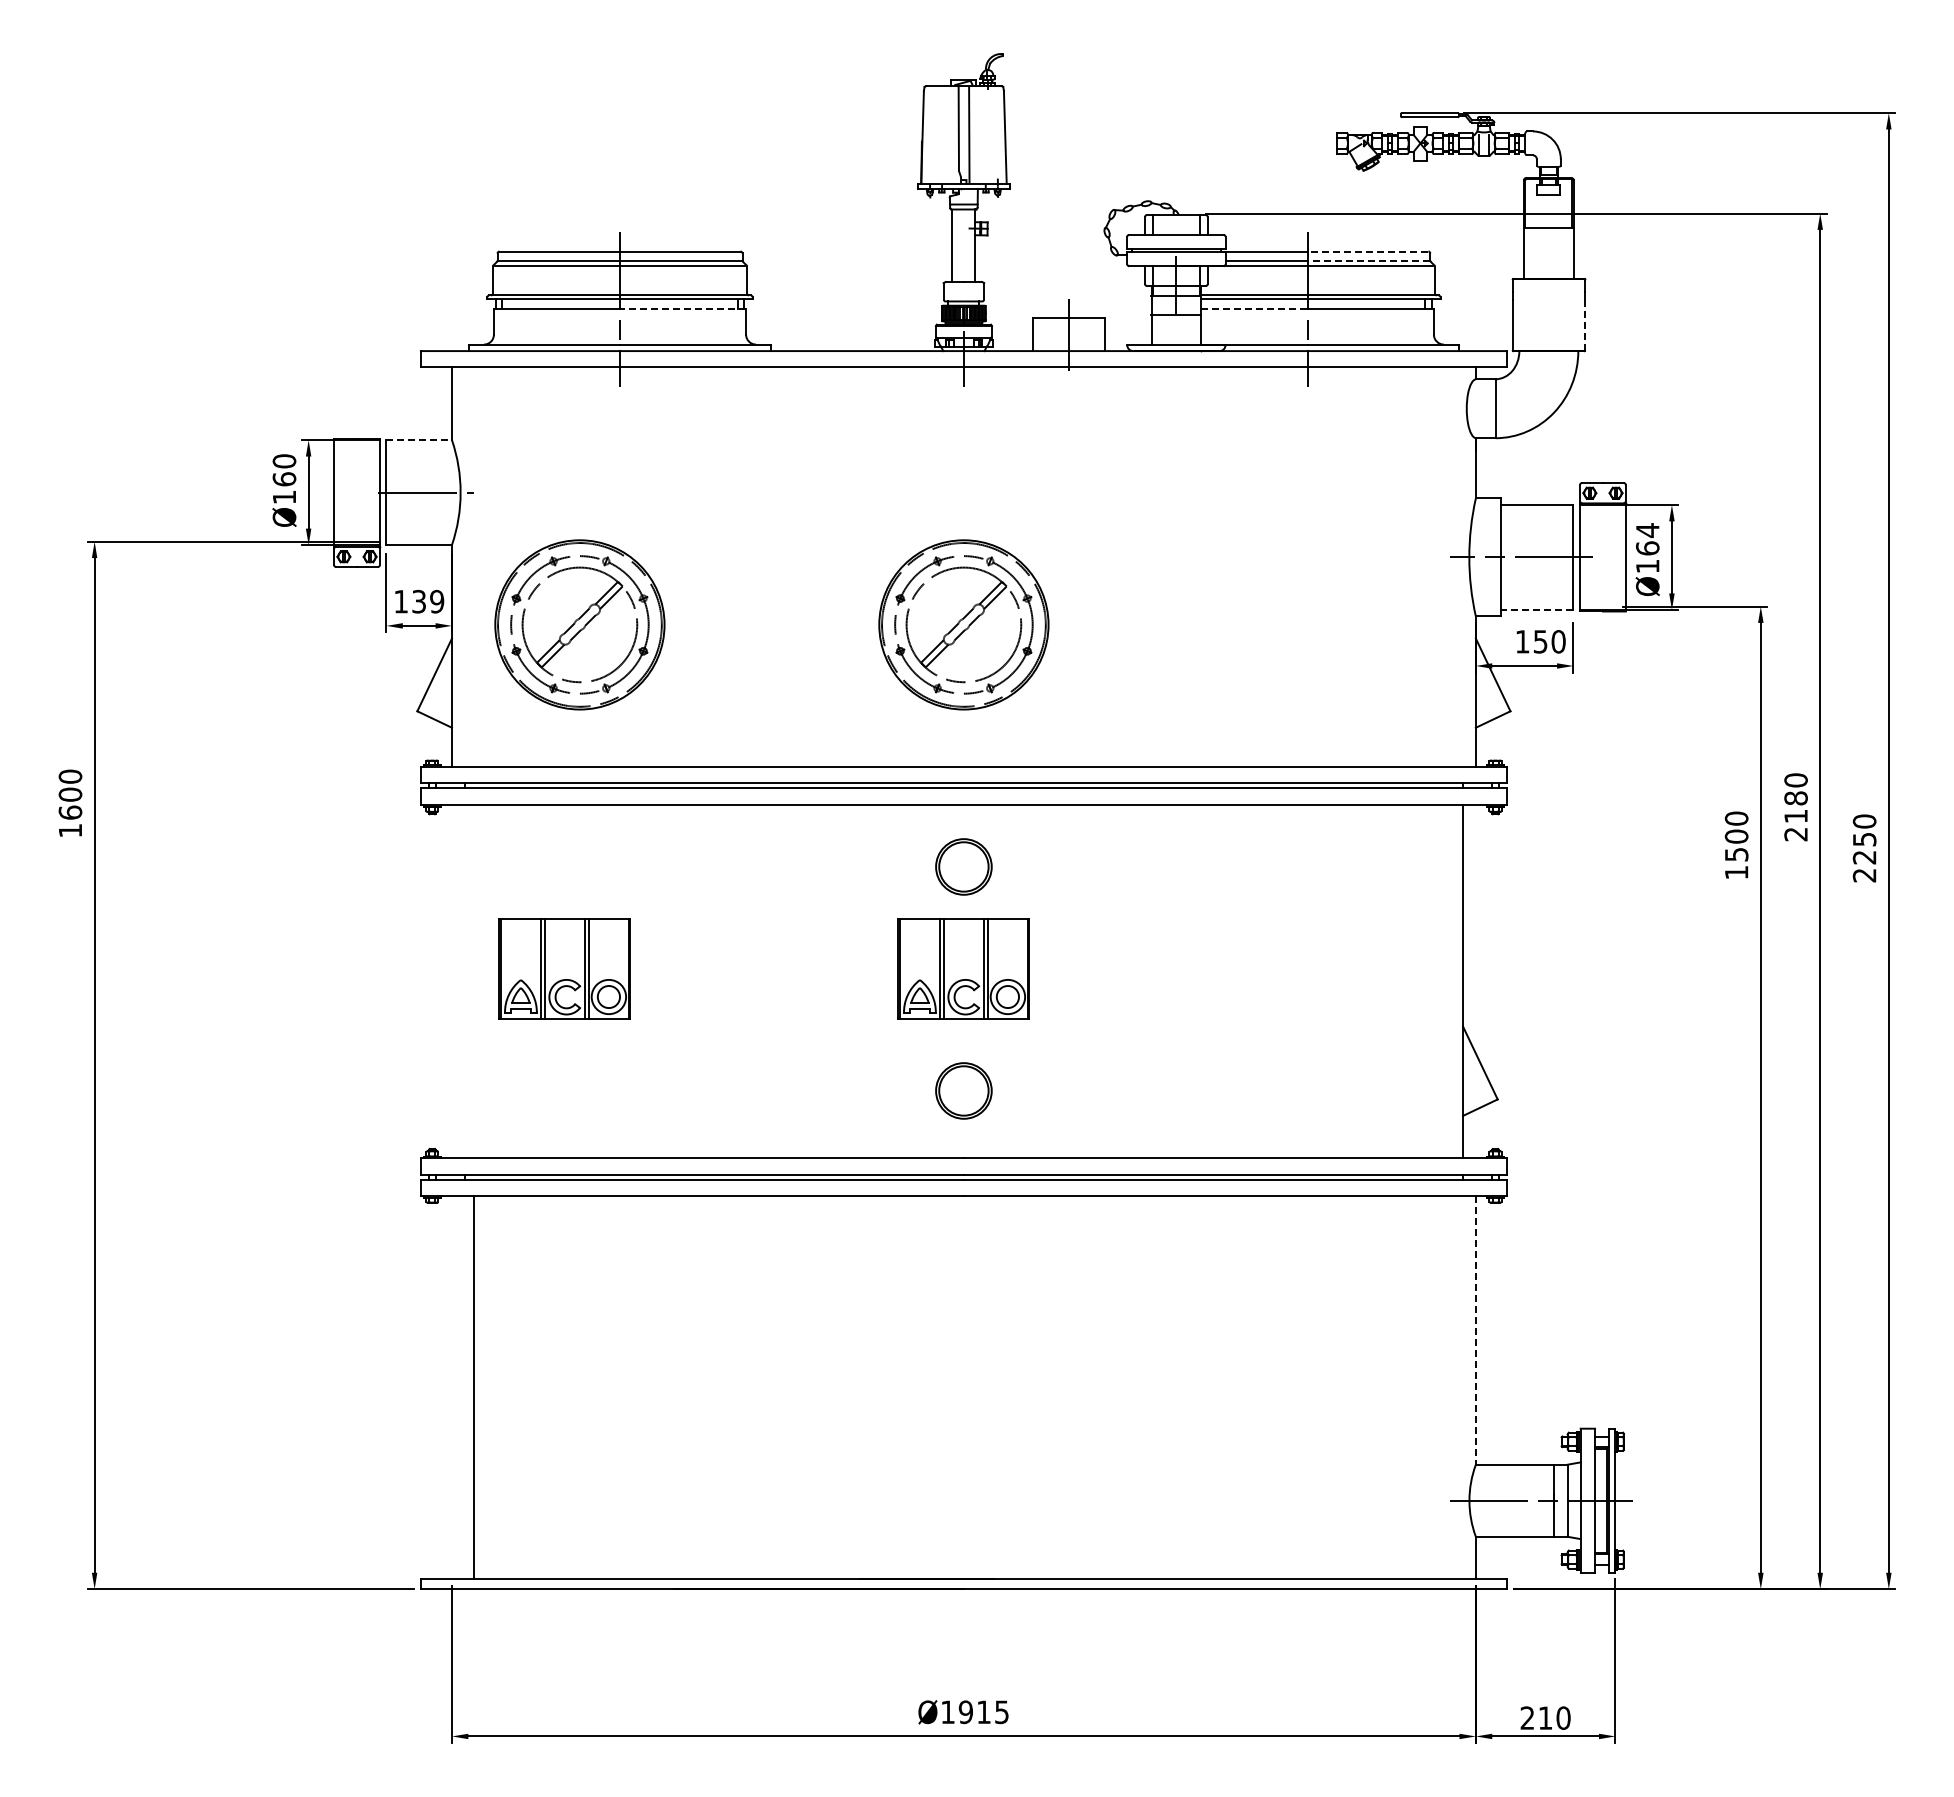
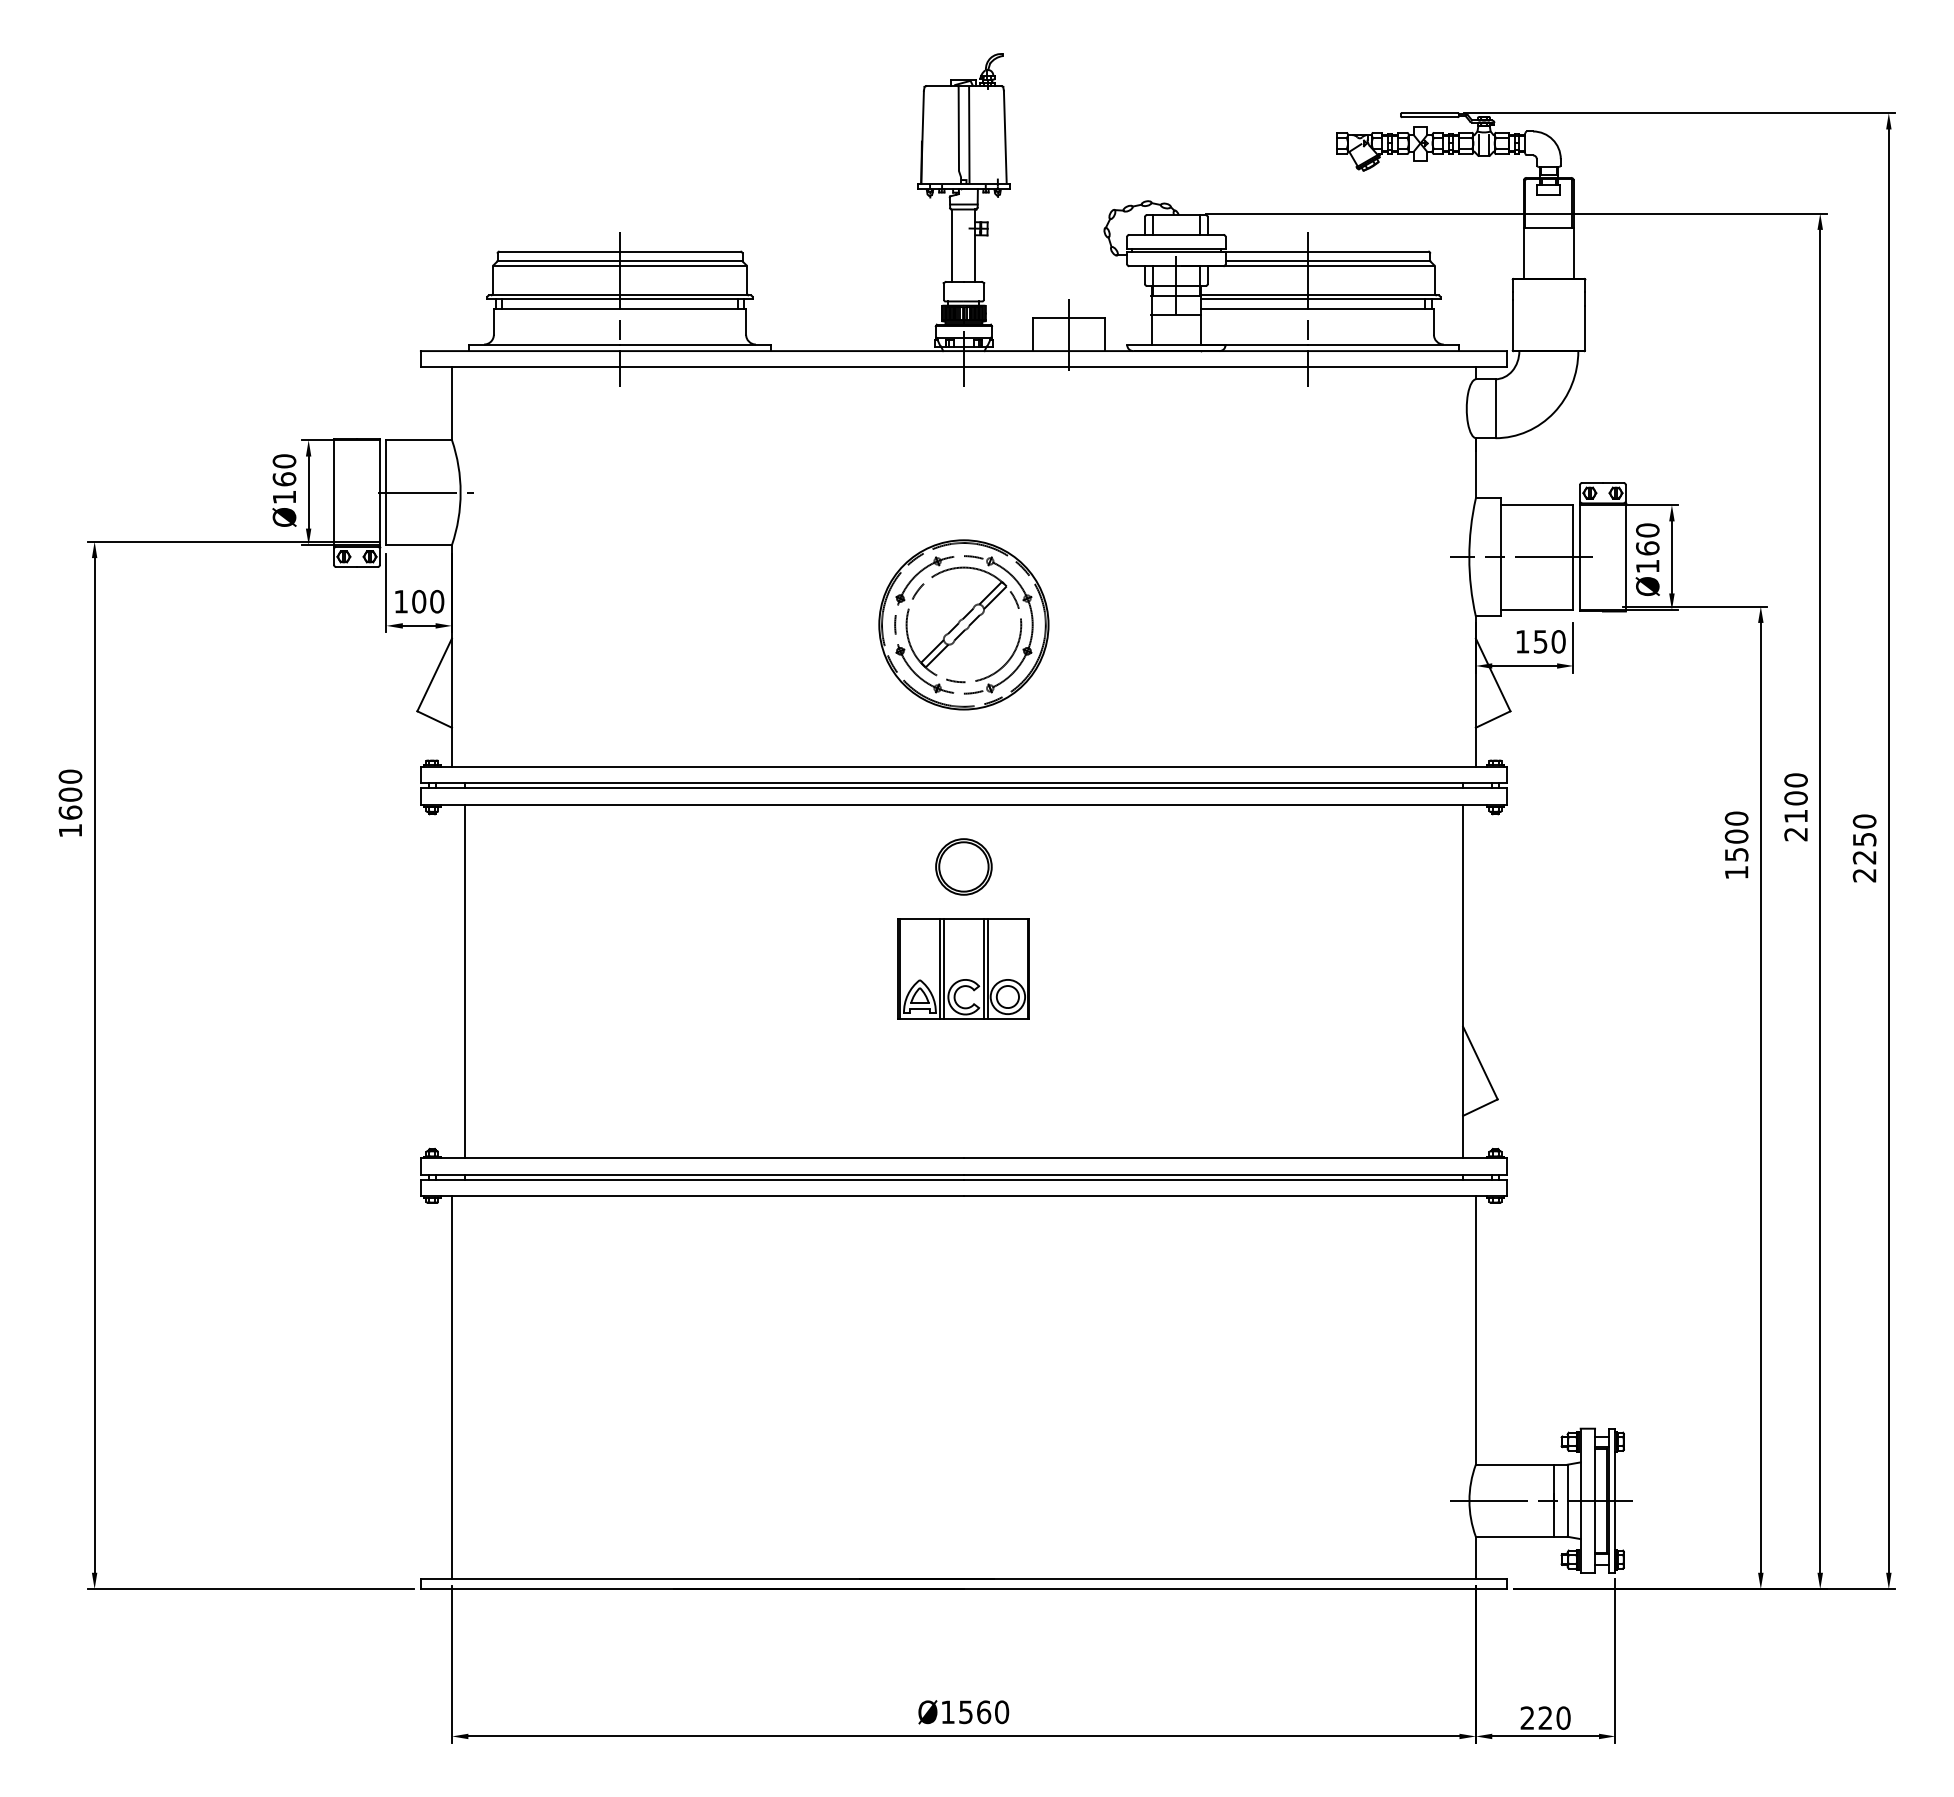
line at (1367, 251): dashed -> solid
line at (1368, 261): dashed -> solid
line at (682, 309): dashed -> solid
line at (1255, 309): dashed -> solid
line at (1584, 327): dashed -> solid
line at (419, 440): dashed -> solid
text at (1647, 530): Ø164 -> Ø160
text at (428, 601): 139 -> 100
line at (1536, 609): dashed -> solid
part at (579, 624): present -> none
text at (1795, 798): 2180 -> 2100
part at (564, 968): present -> none
line at (464, 981): none -> present
part at (963, 1090): present -> none
line at (1475, 1330): dashed -> solid
line at (473, 1387) position: (473, 1387) -> (451, 1387)
text at (983, 1712): Ø1915 -> Ø1560
text at (1544, 1717): 210 -> 220
